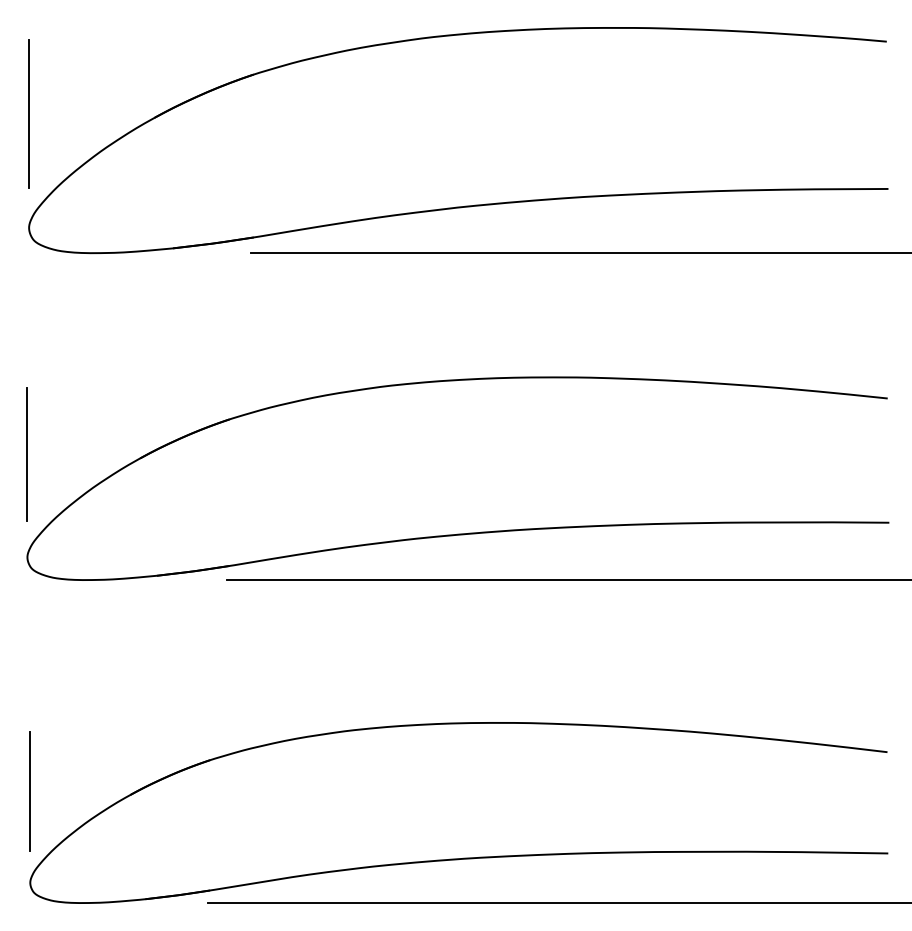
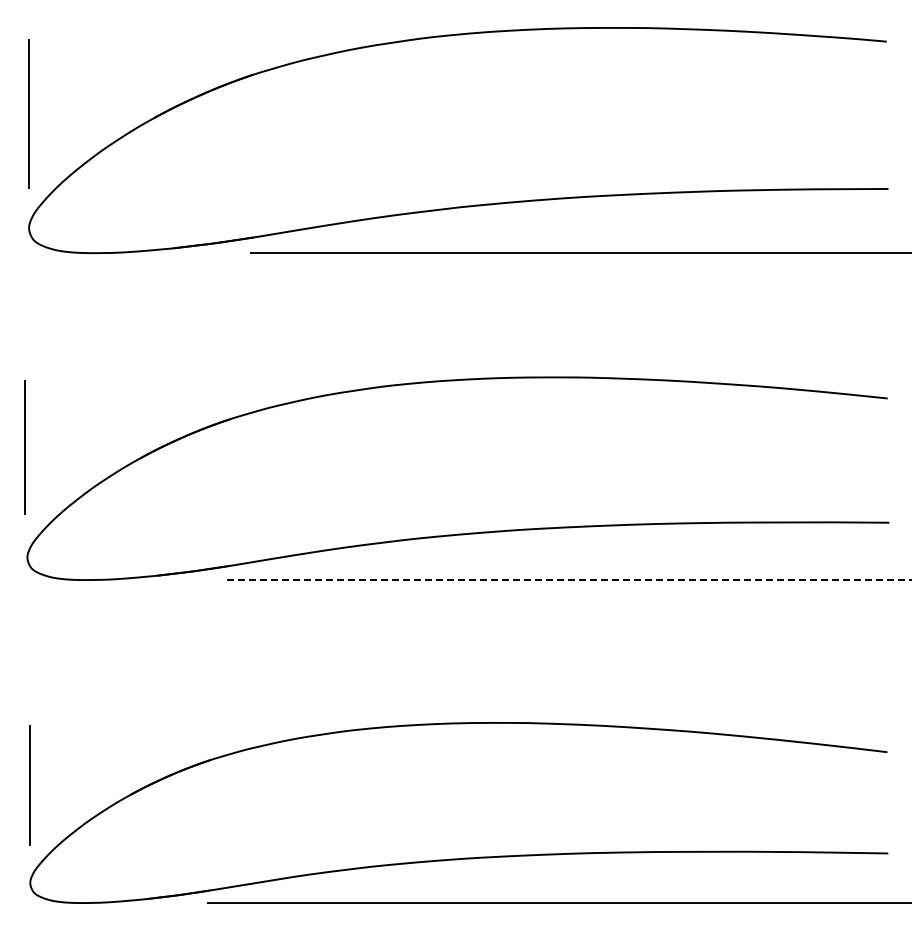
line at (26, 454) position: (26, 454) -> (24, 447)
line at (569, 580): solid -> dashed
line at (29, 791) position: (29, 791) -> (29, 785)
